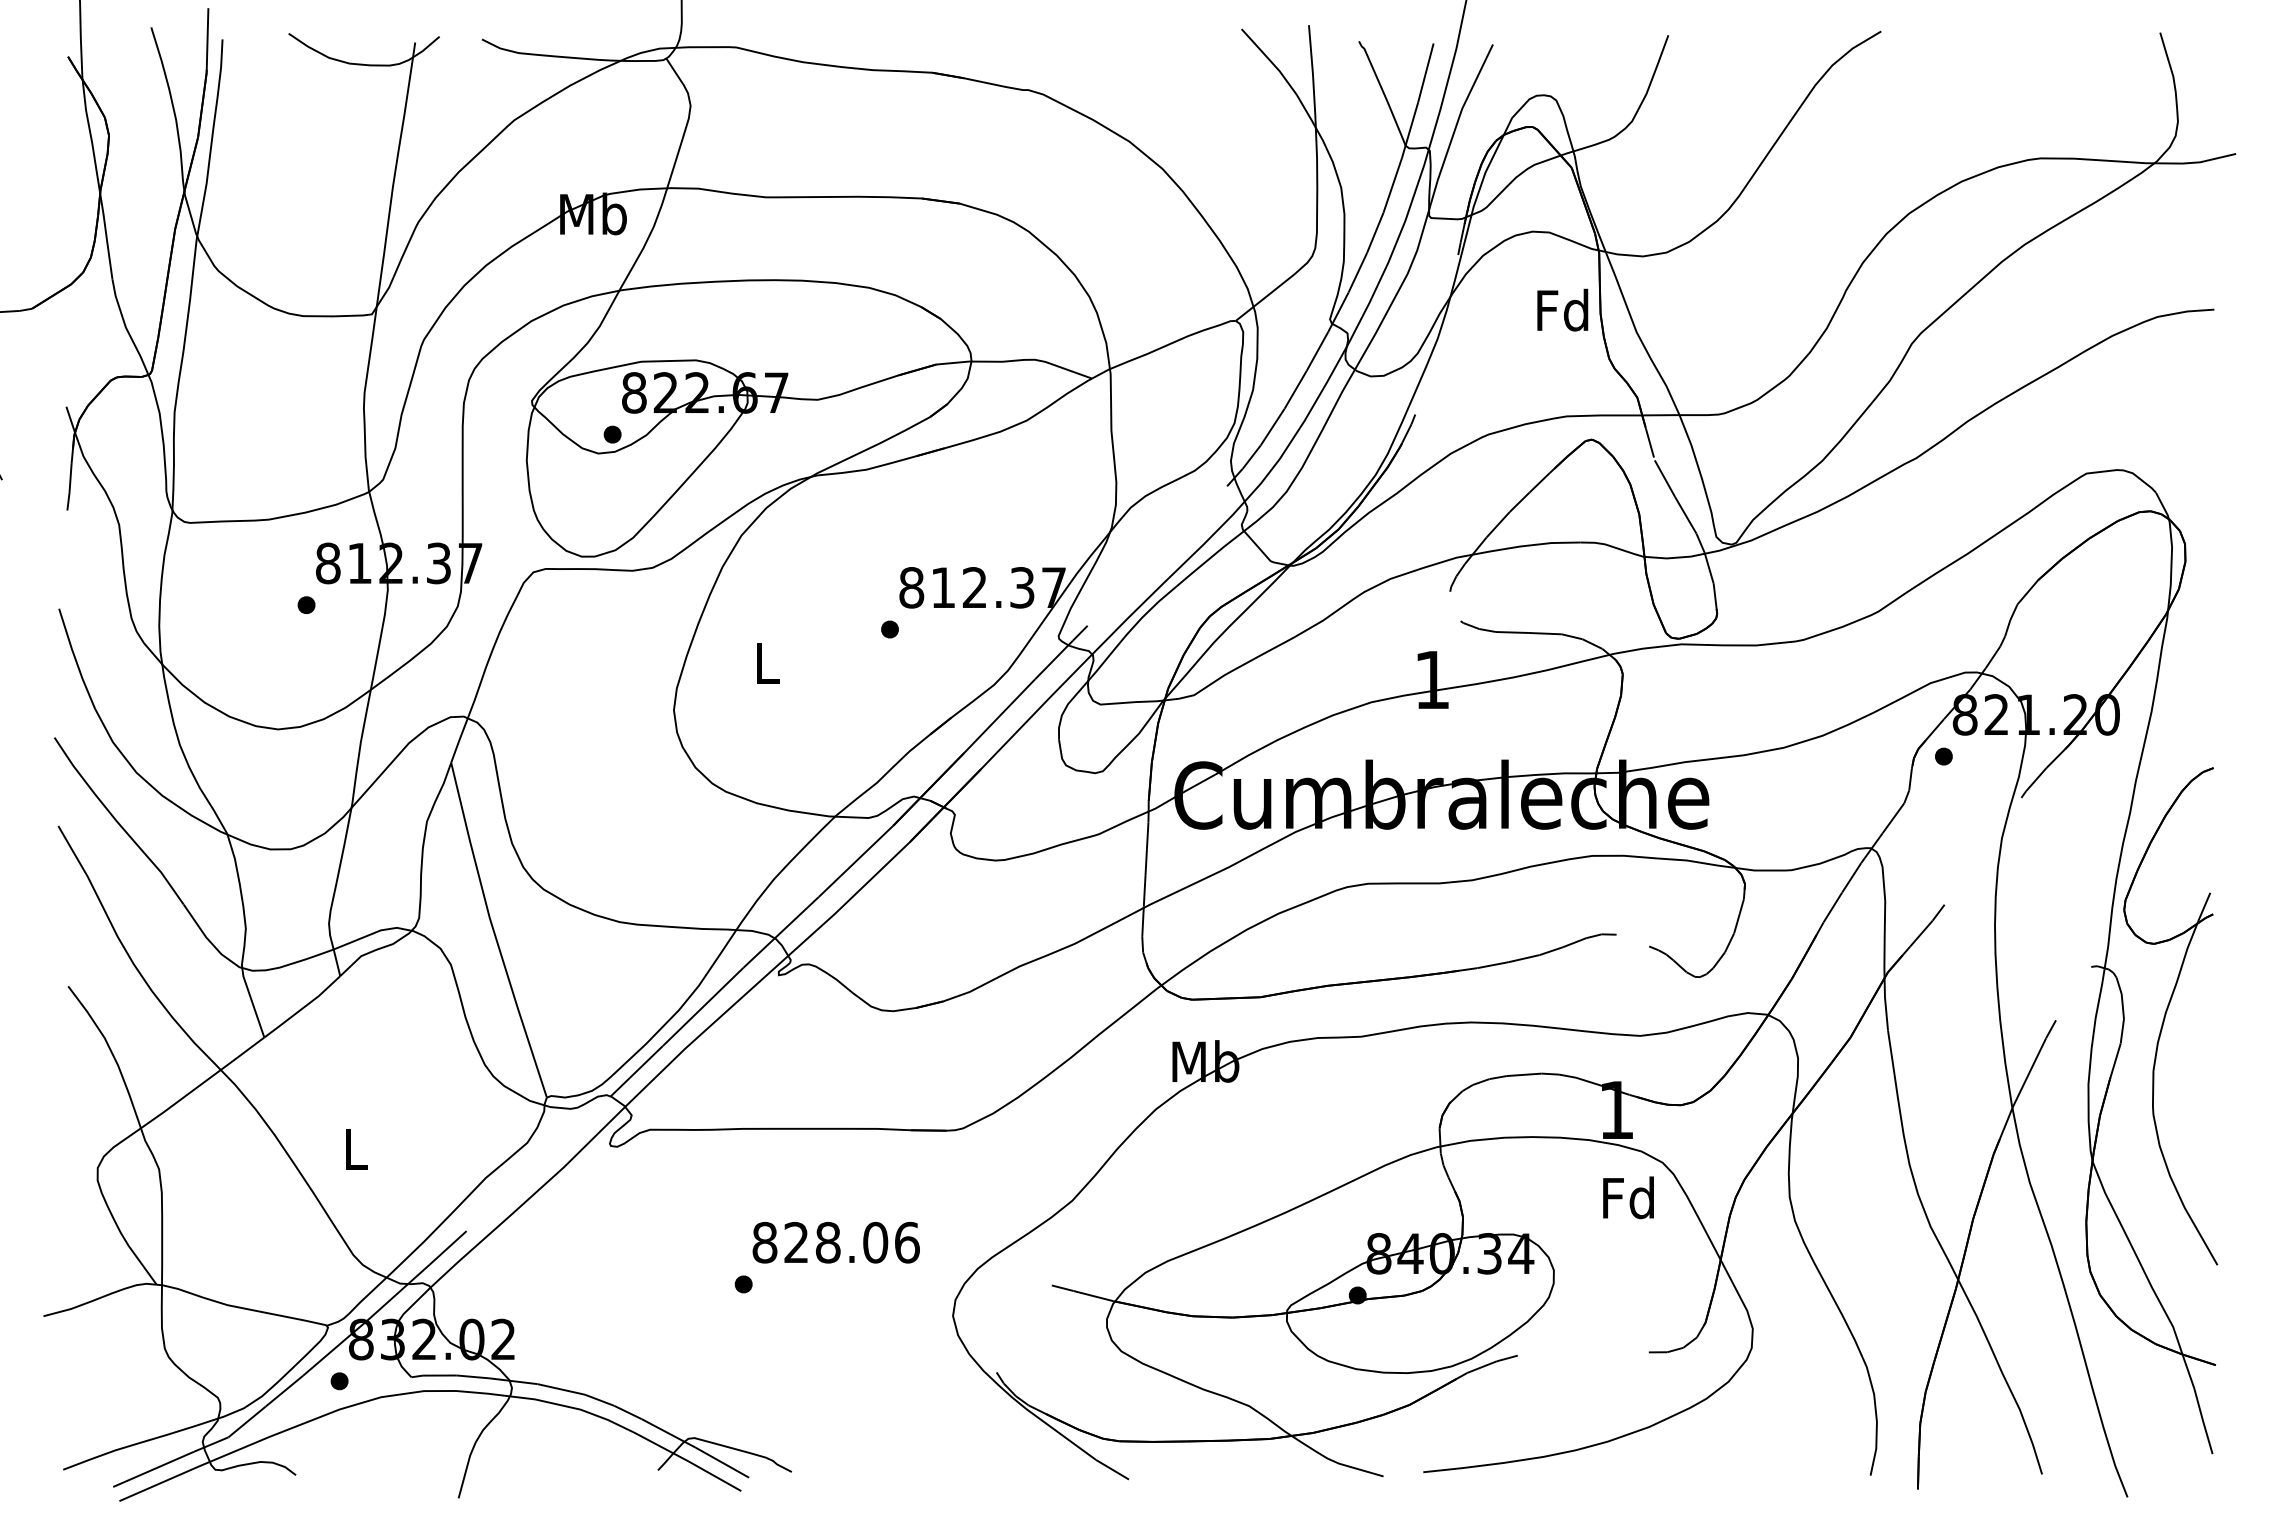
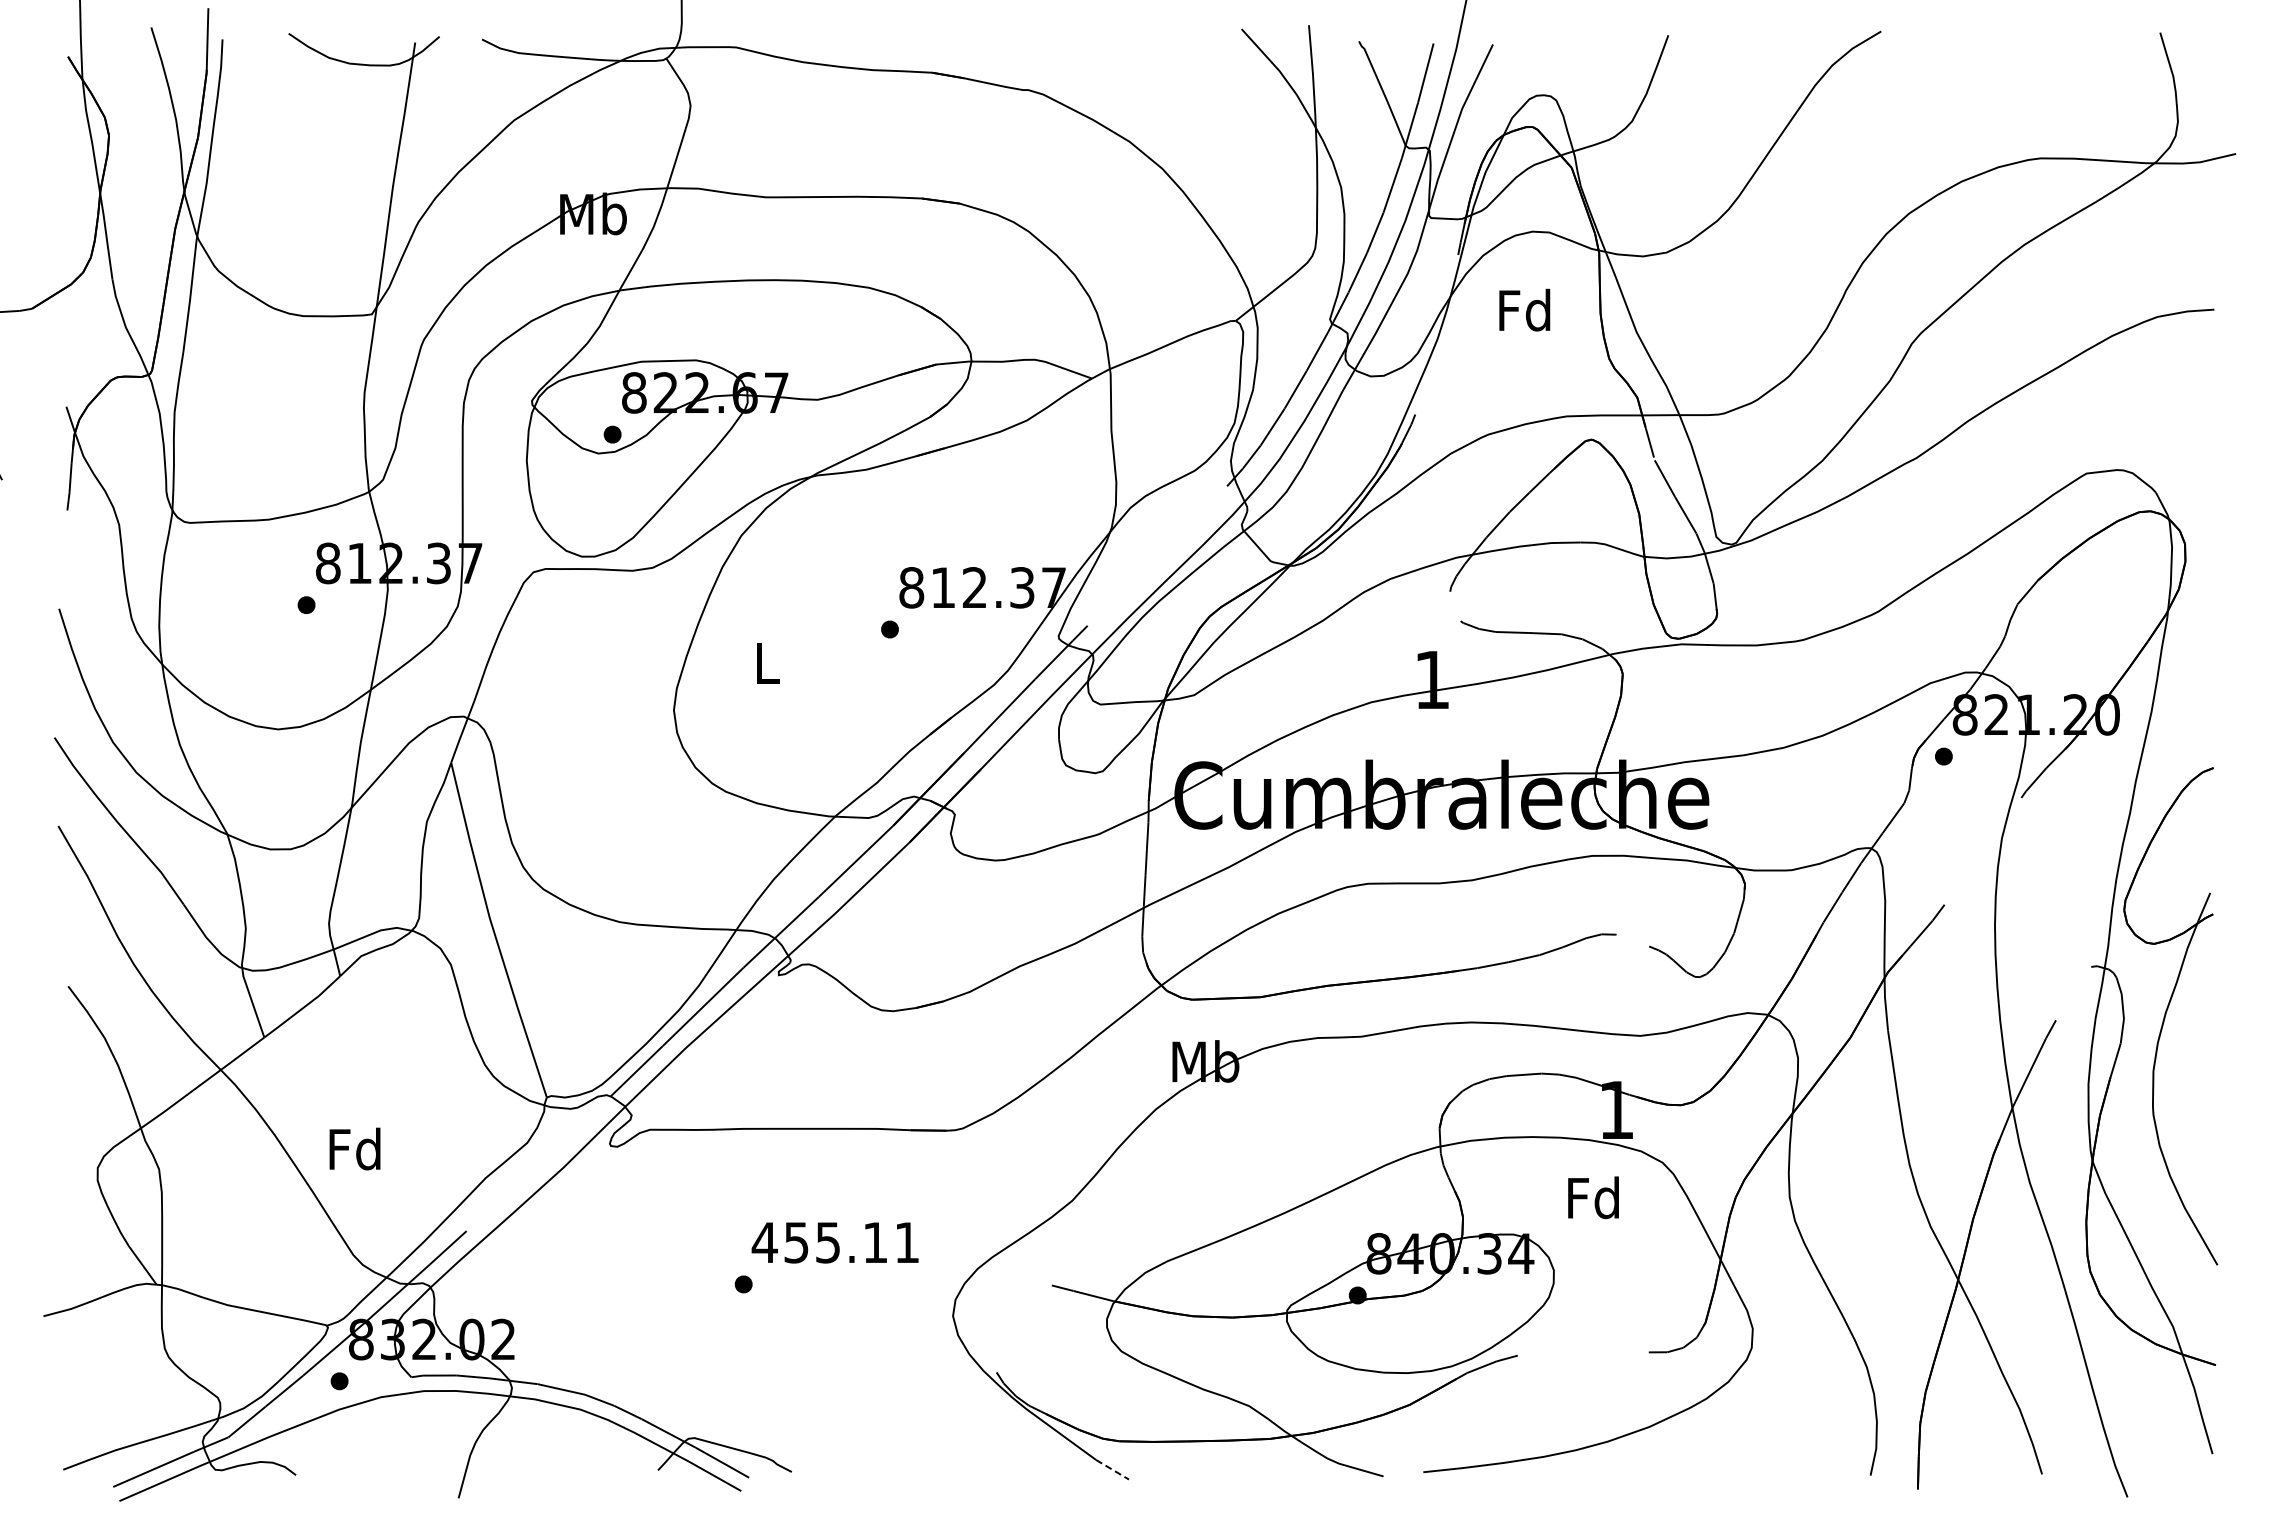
text at (1562, 309) position: (1562, 309) -> (1524, 309)
text at (354, 1148): L -> Fd
text at (1628, 1197) position: (1628, 1197) -> (1593, 1197)
text at (835, 1242): 828.06 -> 455.11
line at (1112, 1469): solid -> dashed
